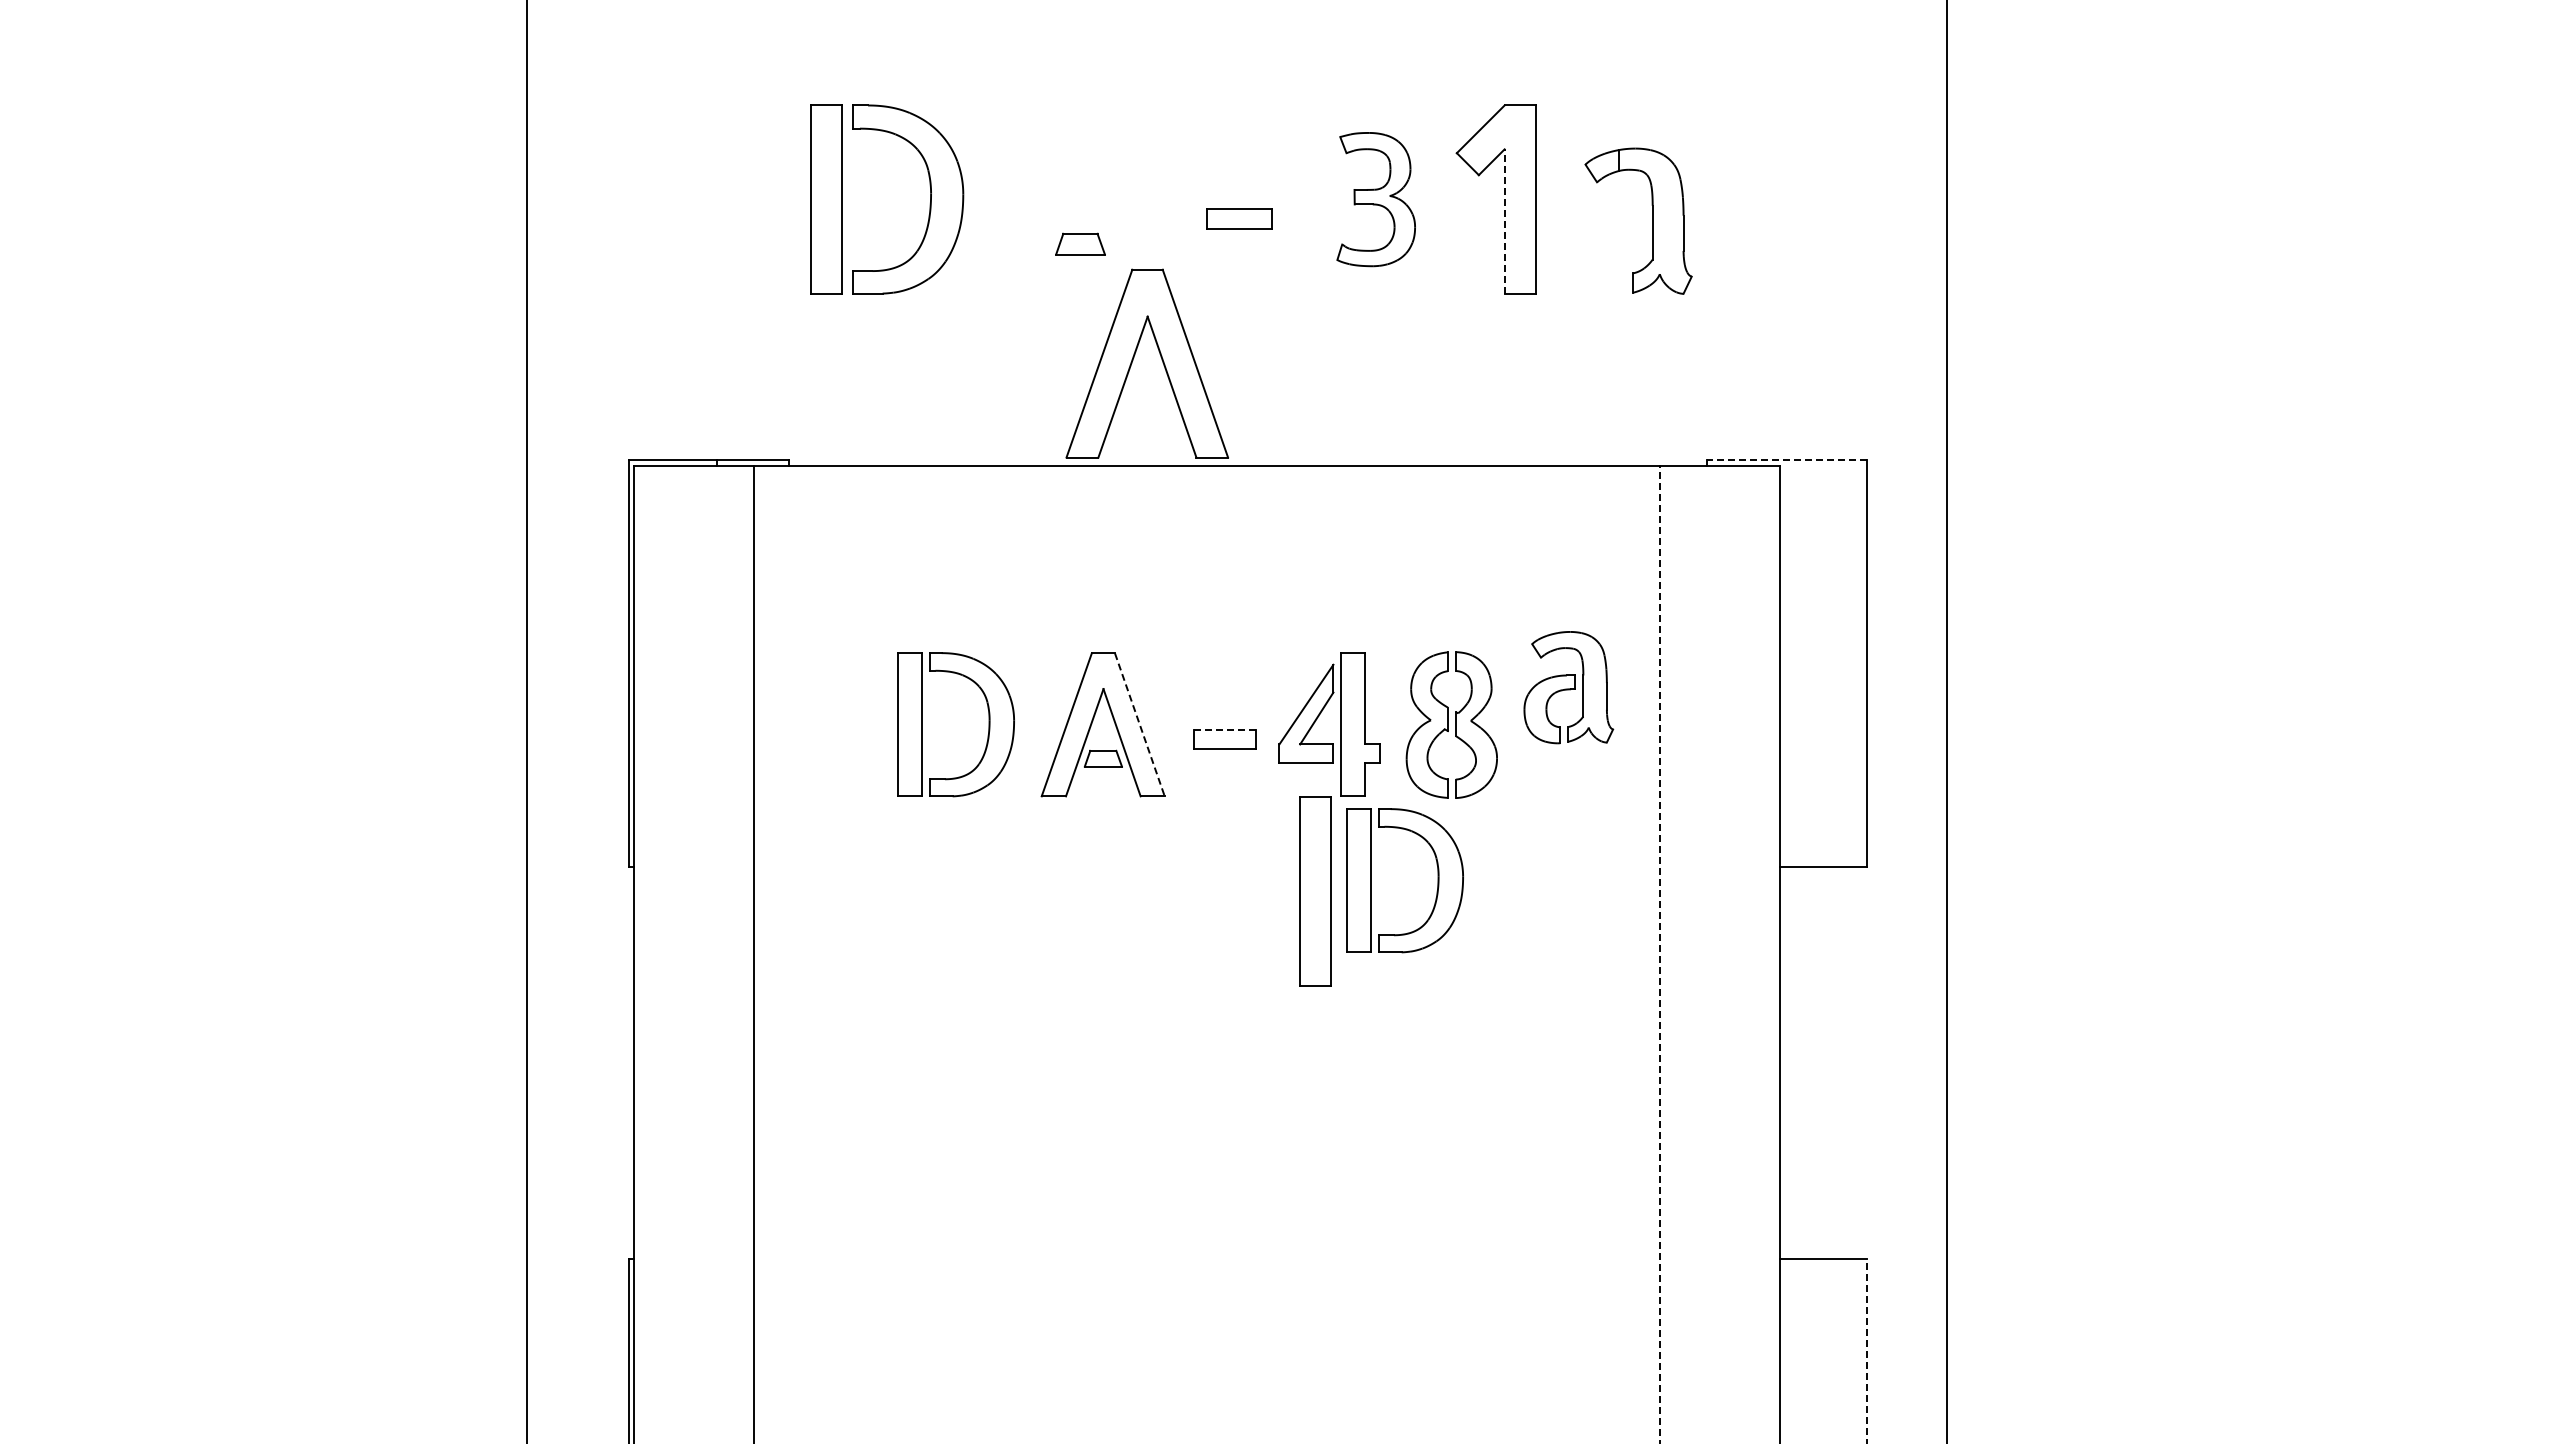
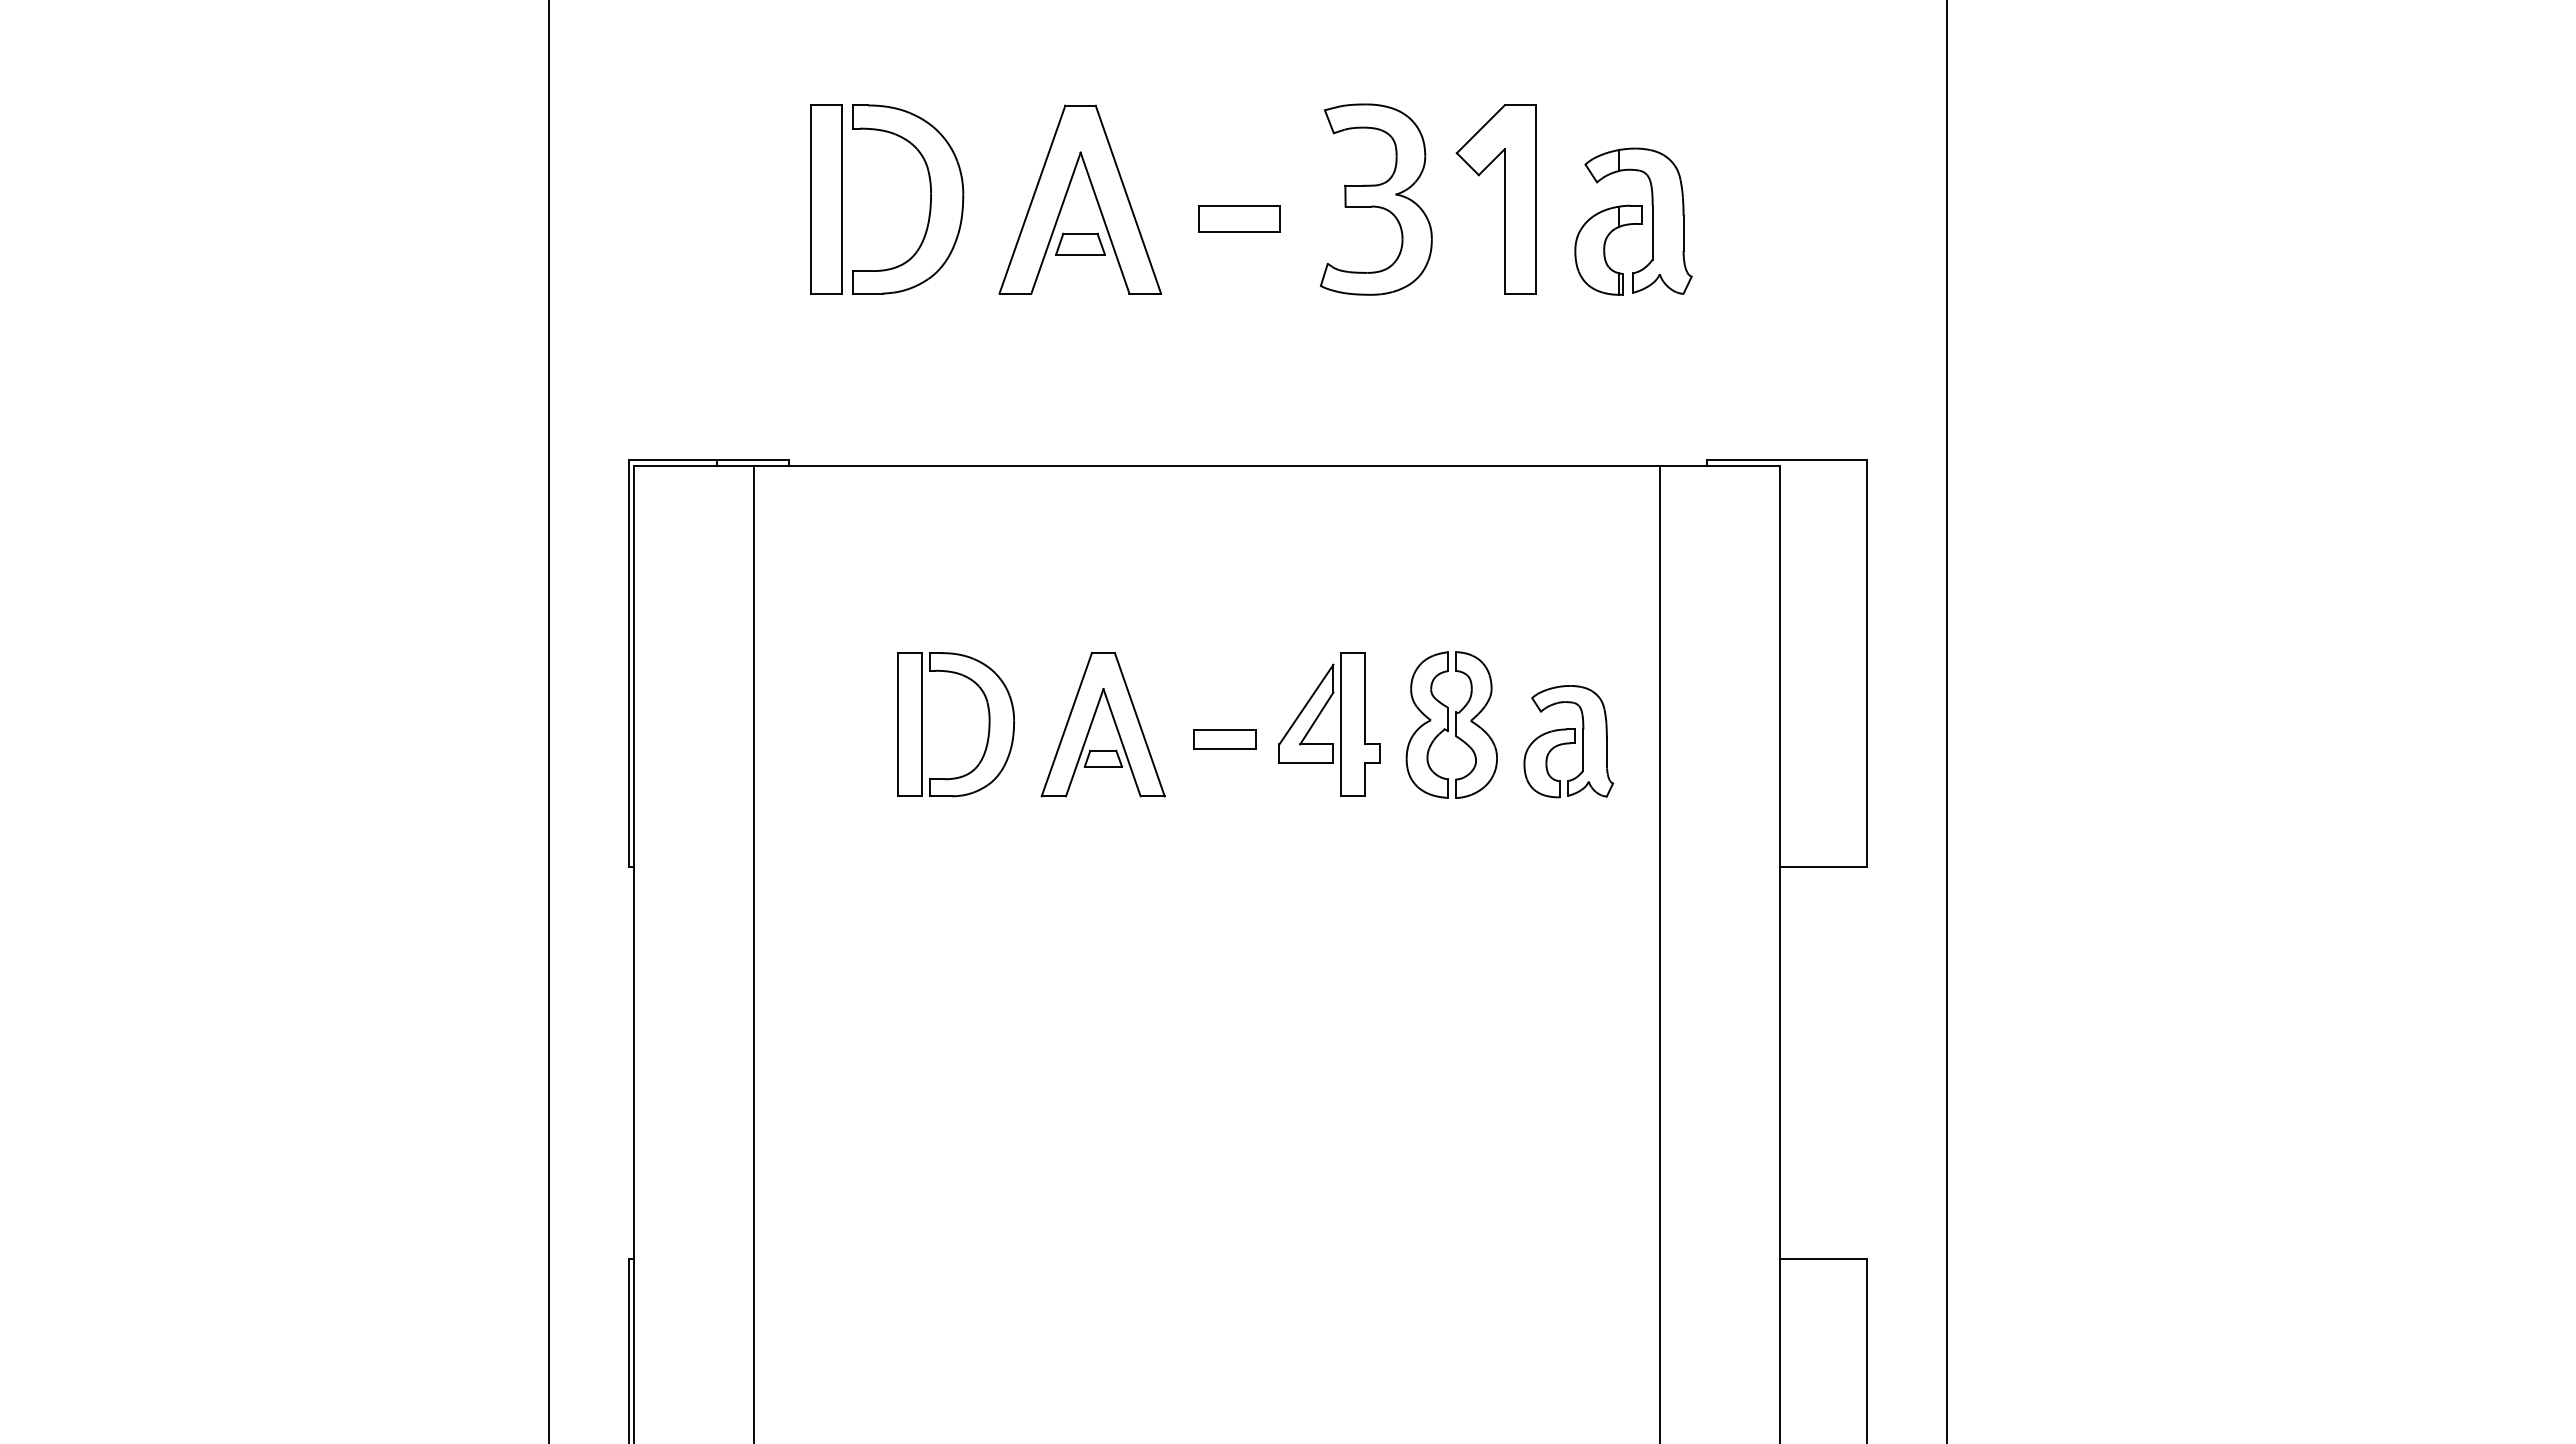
part at (1375, 199) size: 80x136 px -> 114x193 px
part at (1239, 218) size: 67x22 px -> 83x28 px
line at (1504, 220): dashed -> solid
part at (1608, 249): none -> present
part at (1133, 360) position: (1133, 360) -> (1066, 196)
line at (1787, 460): dashed -> solid
part at (1568, 687) position: (1568, 687) -> (1568, 741)
line at (527, 721) position: (527, 721) -> (549, 721)
line at (1139, 724): dashed -> solid
line at (1224, 729): dashed -> solid
part at (1371, 880): present -> none
part at (1315, 891): present -> none
line at (1660, 954): dashed -> solid
line at (1867, 1350): dashed -> solid
